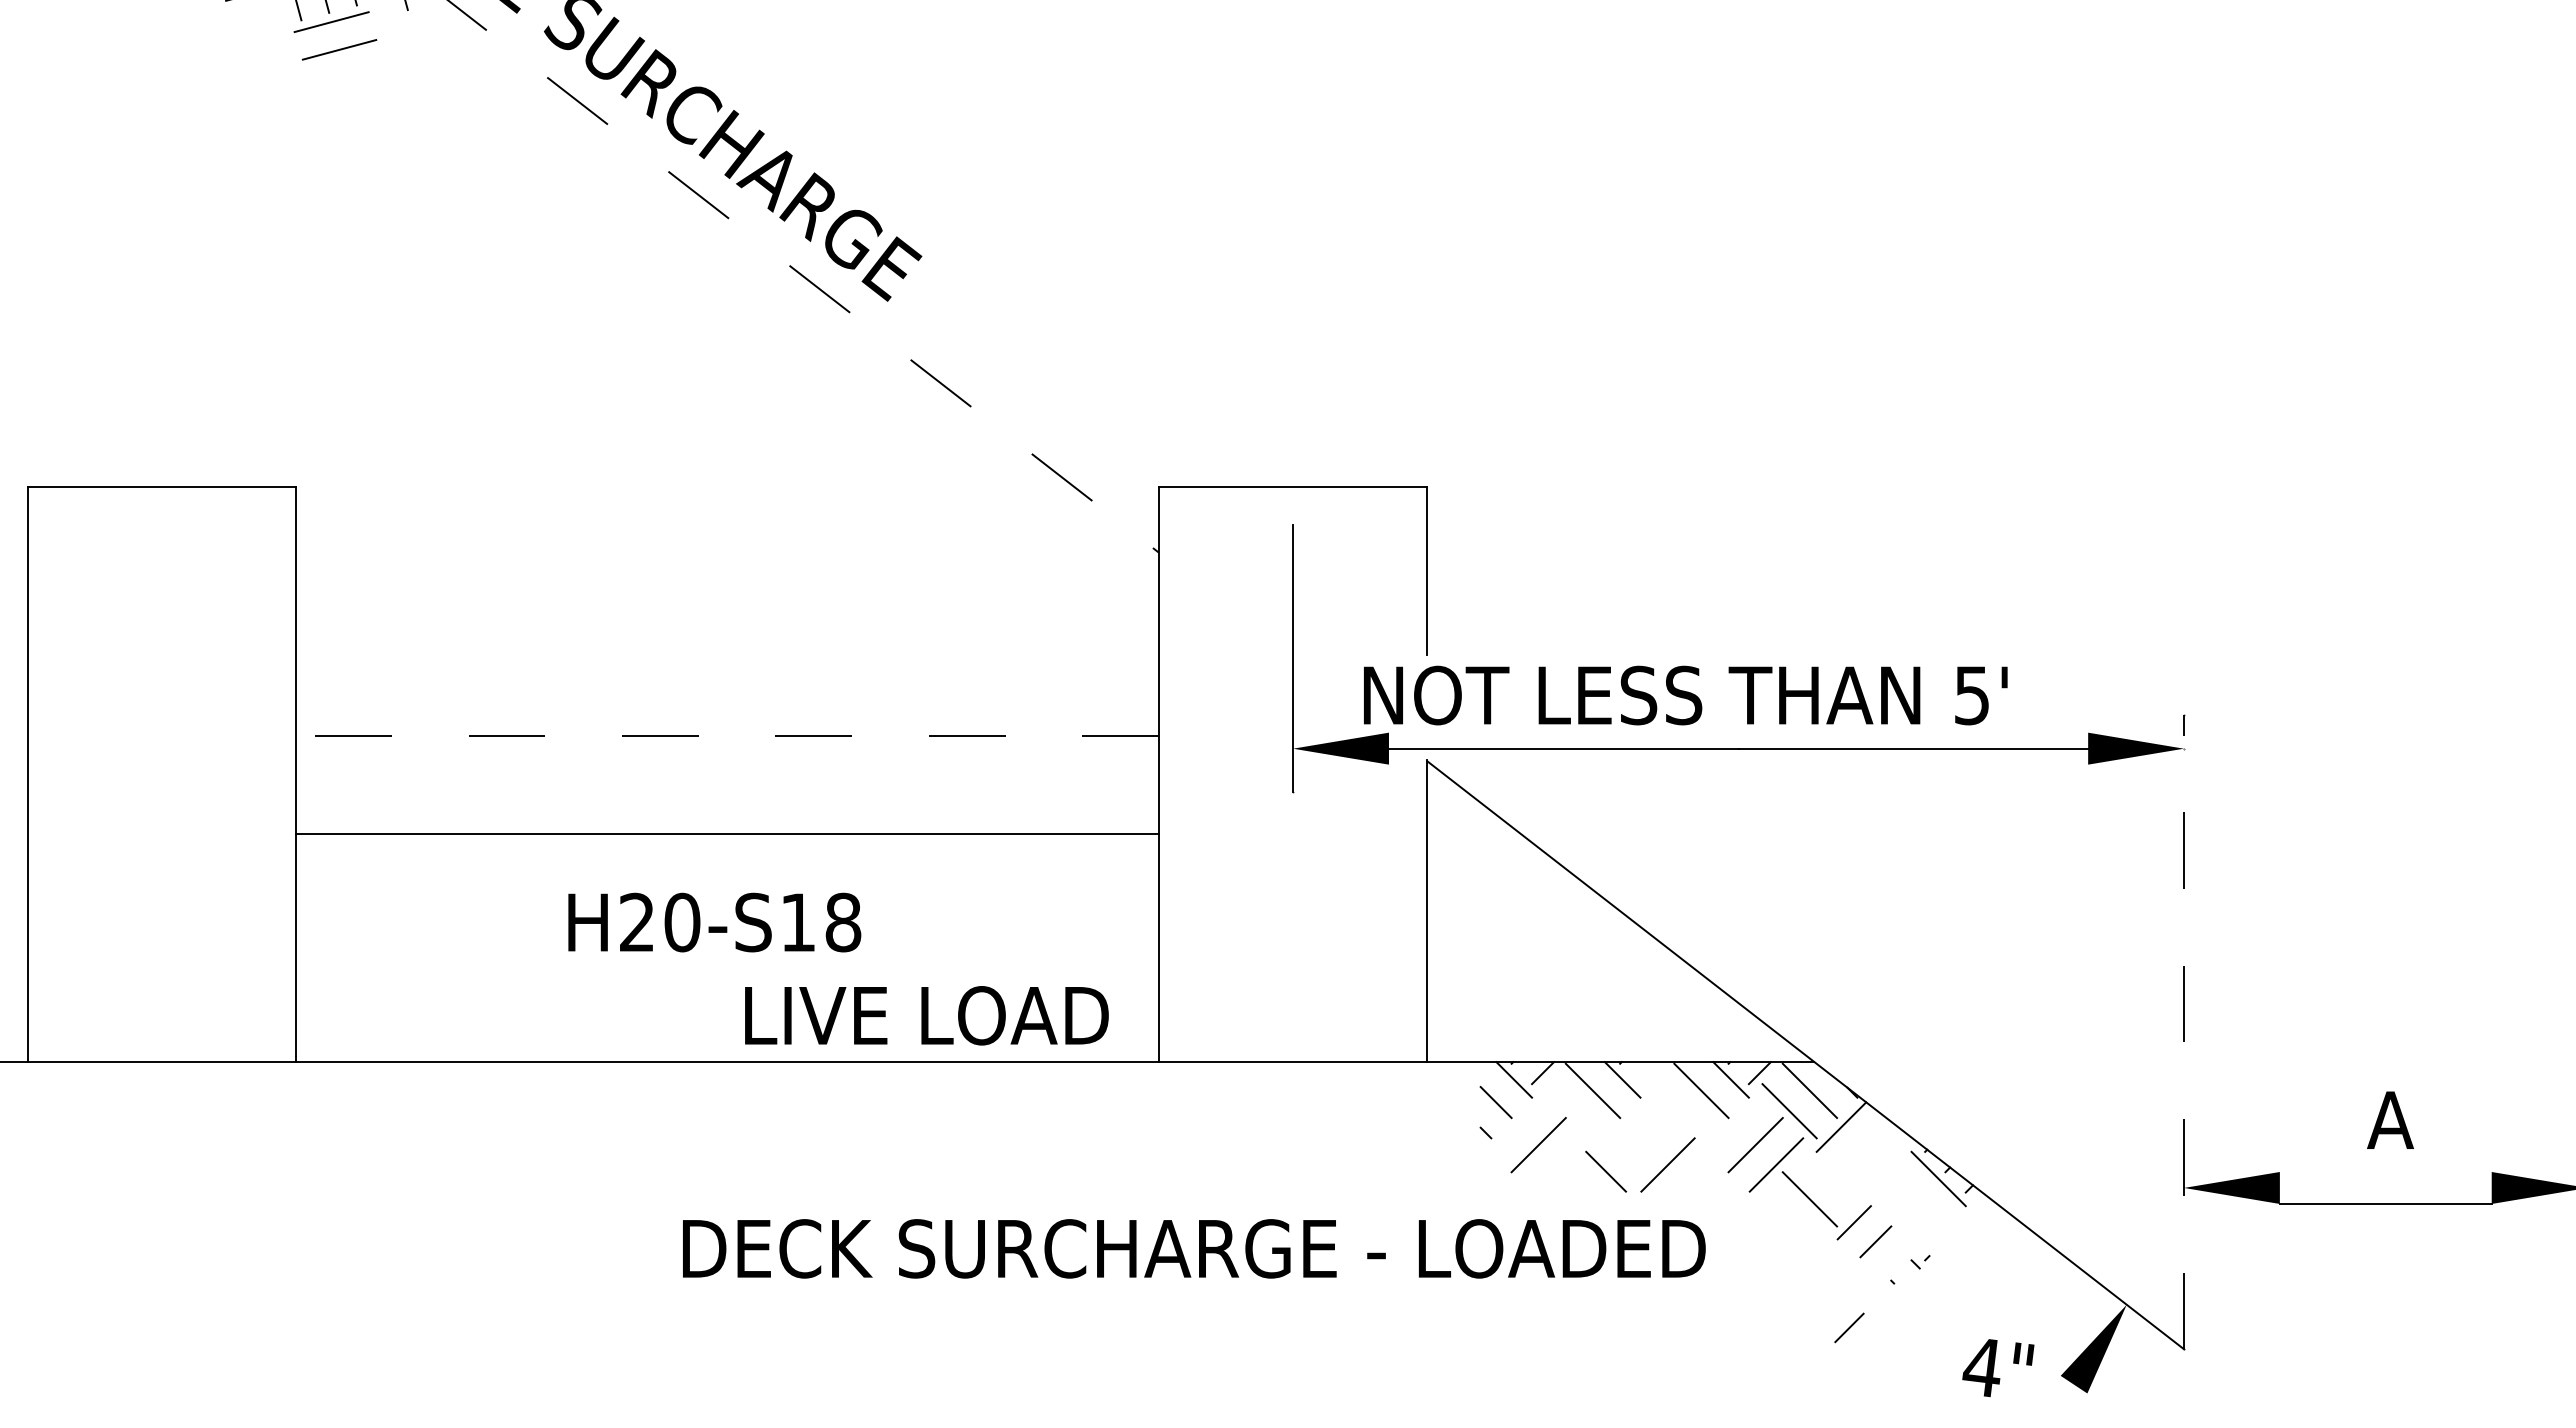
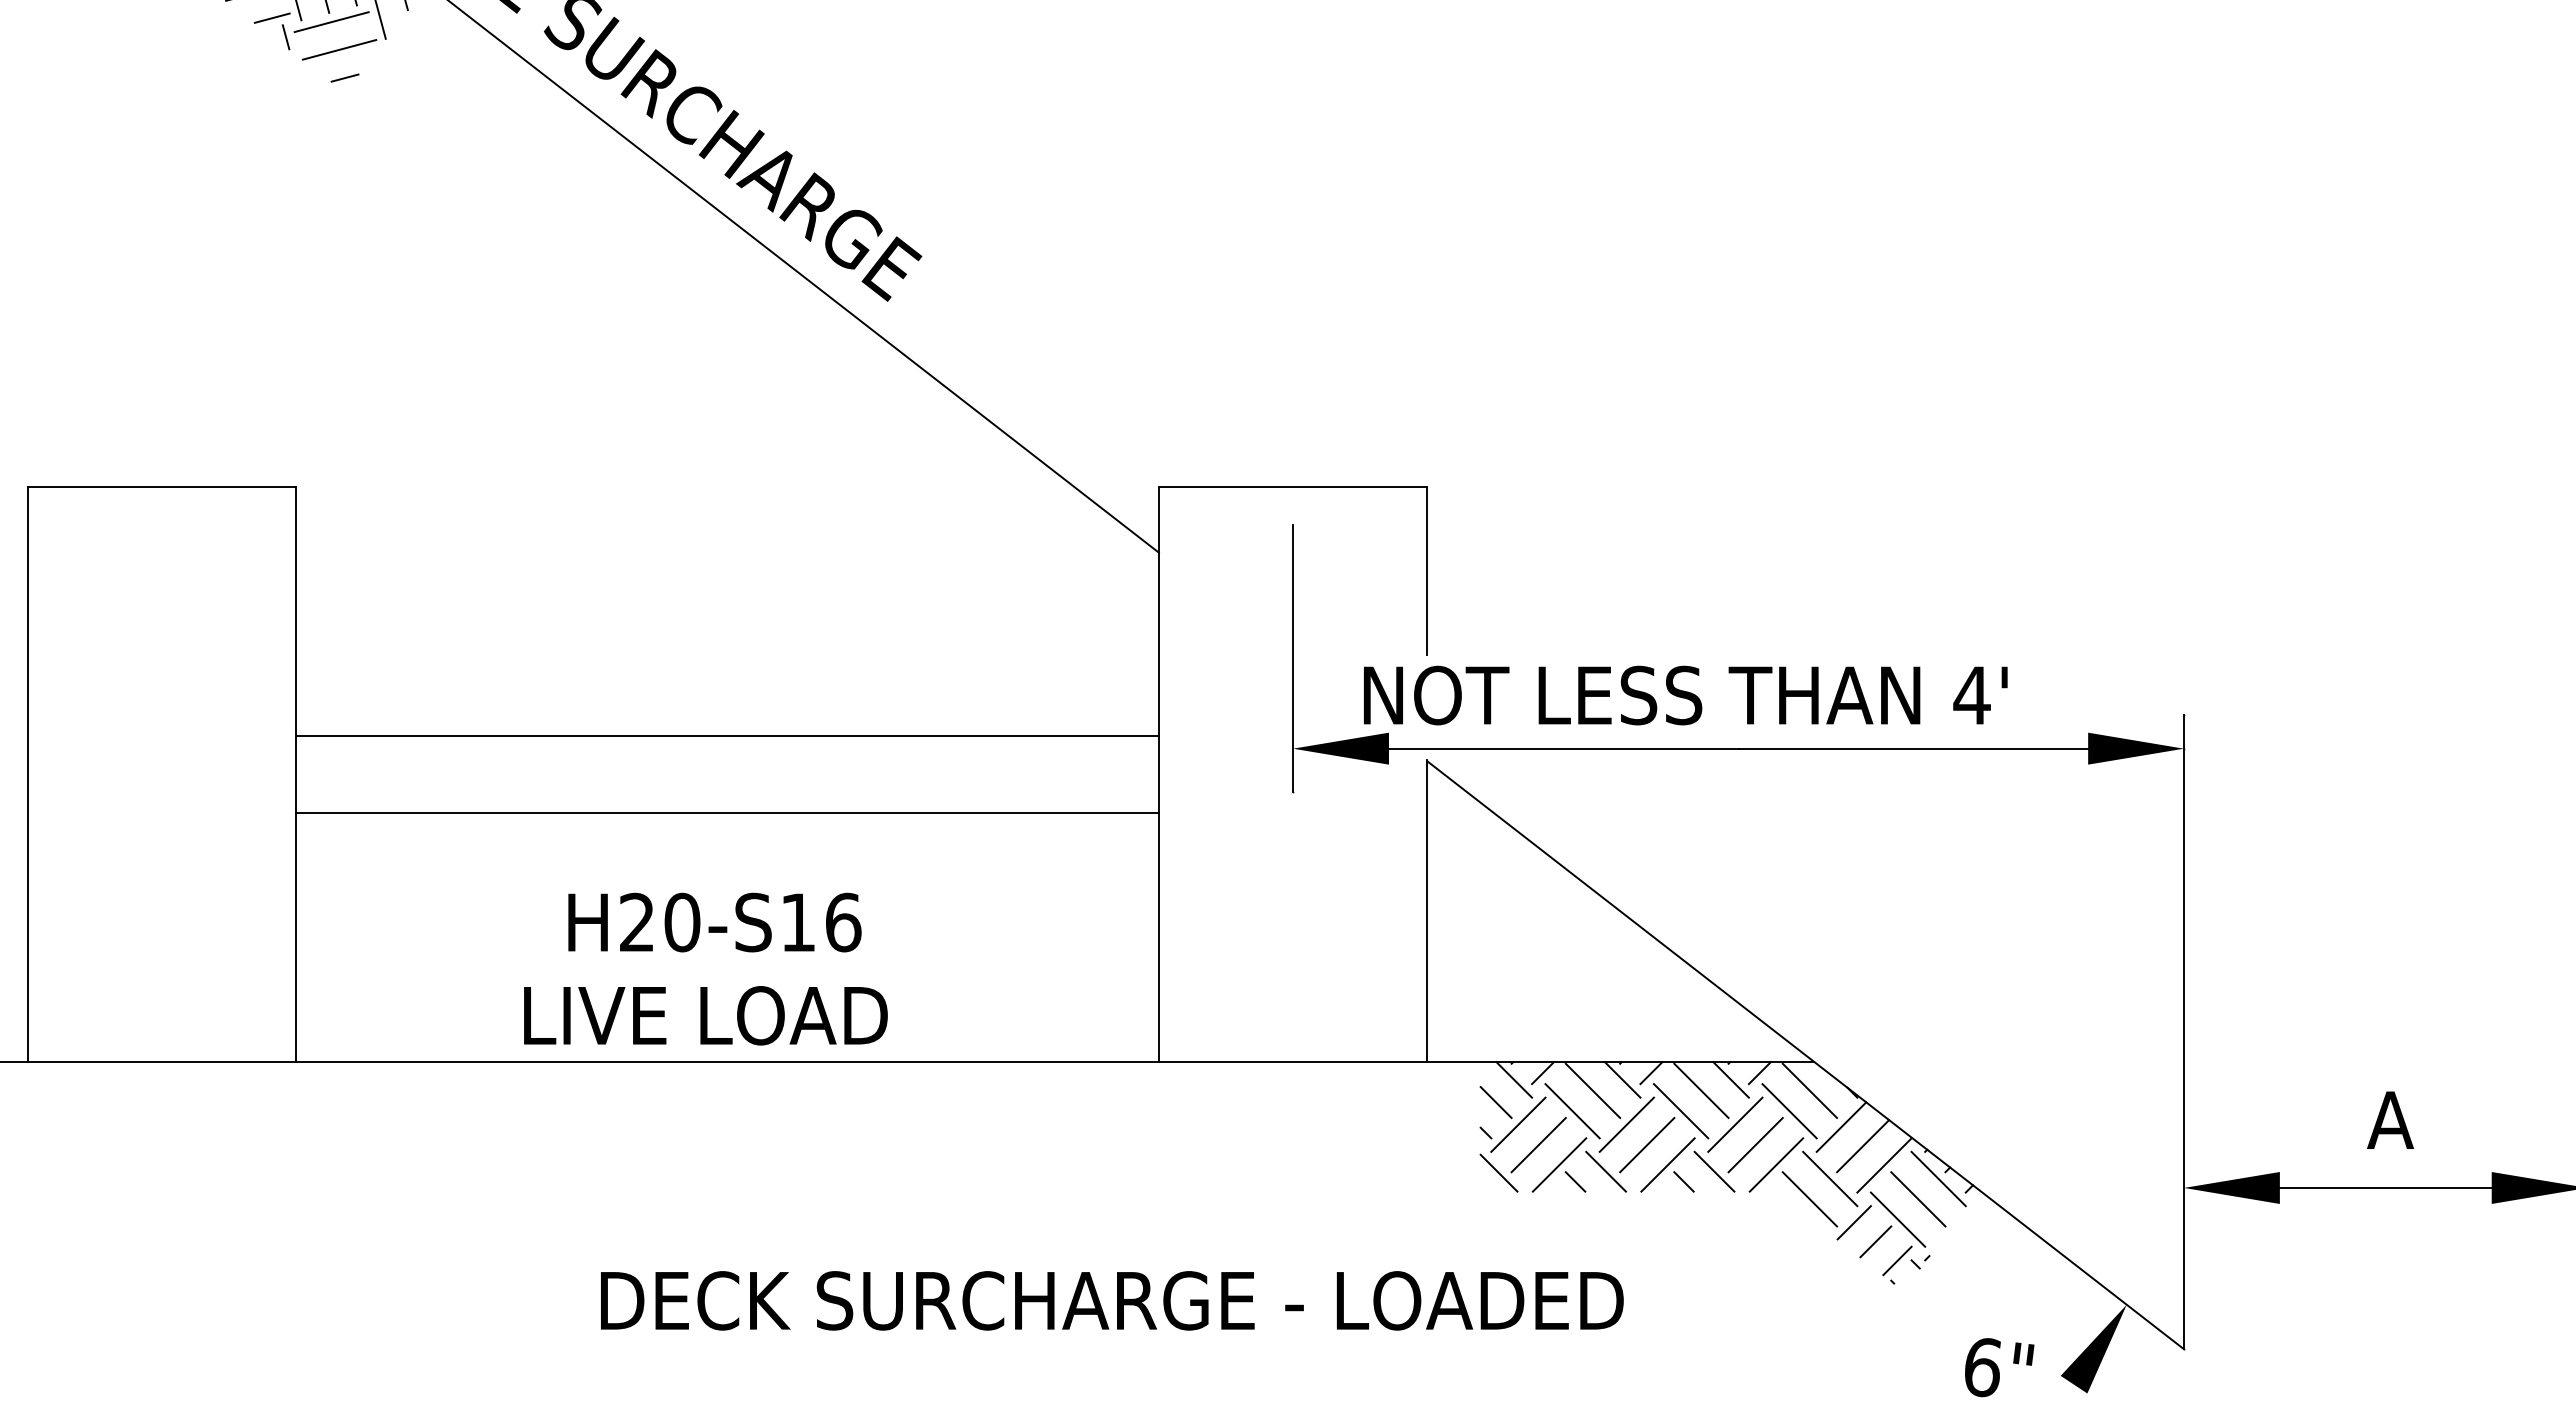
line at (271, 17): none -> present
line at (380, 20): none -> present
line at (285, 37): none -> present
line at (344, 77): none -> present
line at (803, 276): dashed -> solid
text at (1971, 695): 5' -> 4'
line at (726, 736): dashed -> solid
line at (727, 833) position: (727, 833) -> (727, 812)
text at (843, 922): H20-S18 -> H20-S16
text at (926, 1015) position: (926, 1015) -> (705, 1015)
line at (2184, 1031): dashed -> solid
line at (1651, 1073): none -> present
line at (1572, 1111): none -> present
line at (1680, 1111): none -> present
line at (1518, 1124): none -> present
line at (1626, 1124): none -> present
line at (1735, 1124): none -> present
line at (1647, 1145): none -> present
line at (1863, 1146): none -> present
line at (1559, 1164): none -> present
line at (1884, 1165): none -> present
line at (1714, 1171): none -> present
line at (1498, 1172): none -> present
line at (1830, 1178): none -> present
line at (1575, 1181): none -> present
line at (1683, 1181): none -> present
line at (1918, 1199): none -> present
line at (2385, 1203) position: (2385, 1203) -> (2385, 1187)
line at (1897, 1219): none -> present
text at (1194, 1248) position: (1194, 1248) -> (1112, 1300)
line at (1849, 1327) position: (1849, 1327) -> (1897, 1260)
text at (1981, 1367): 4" -> 6"
